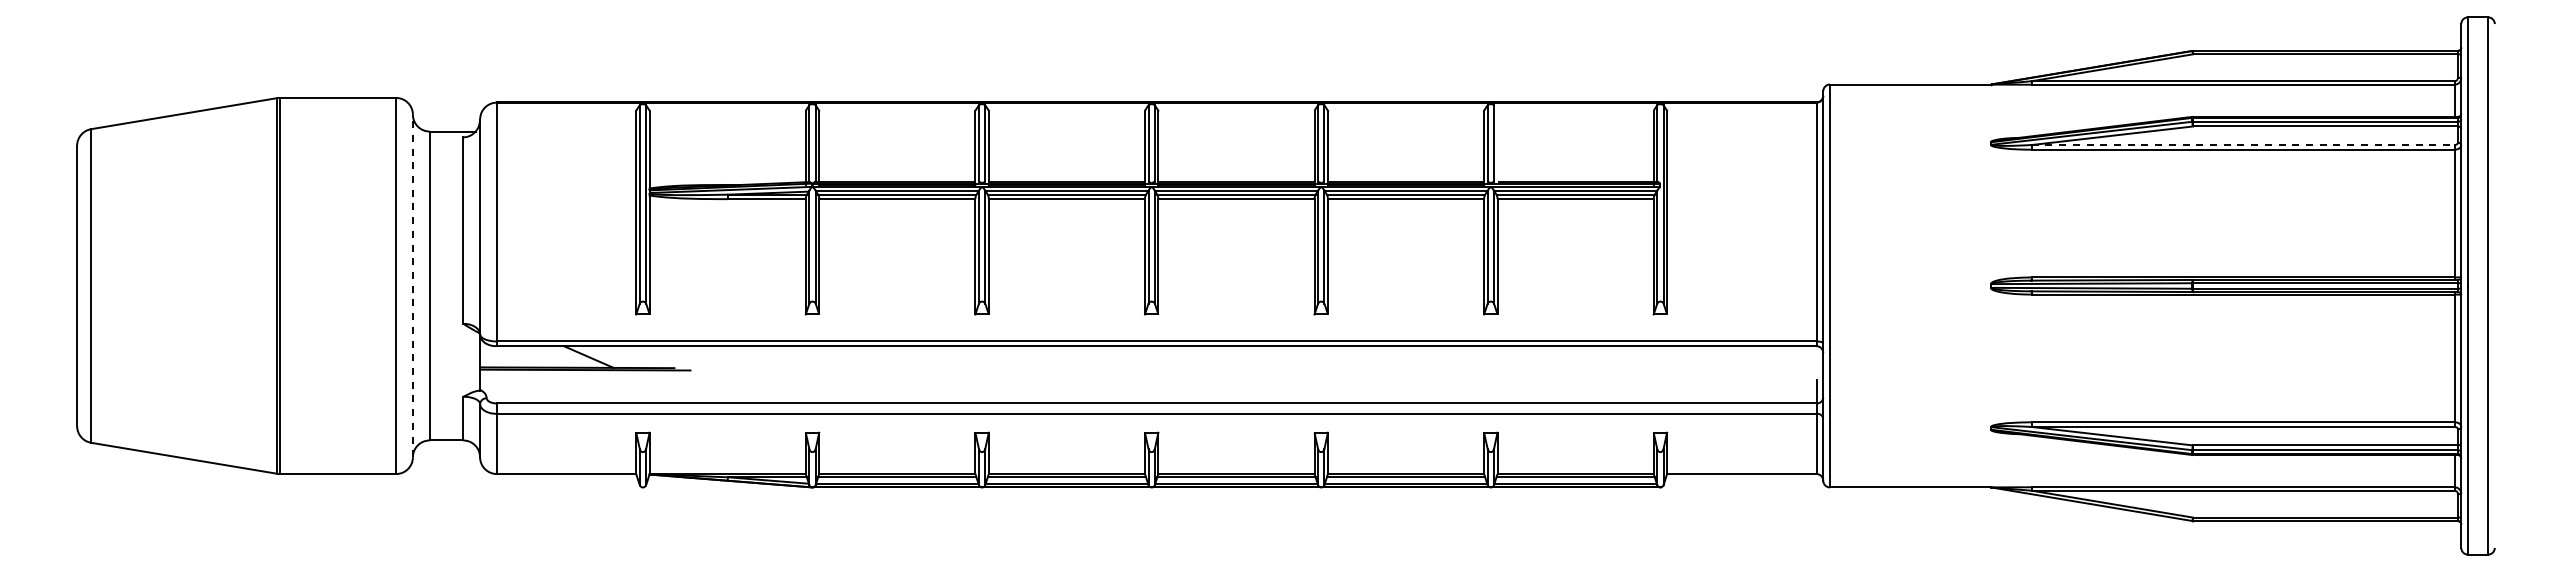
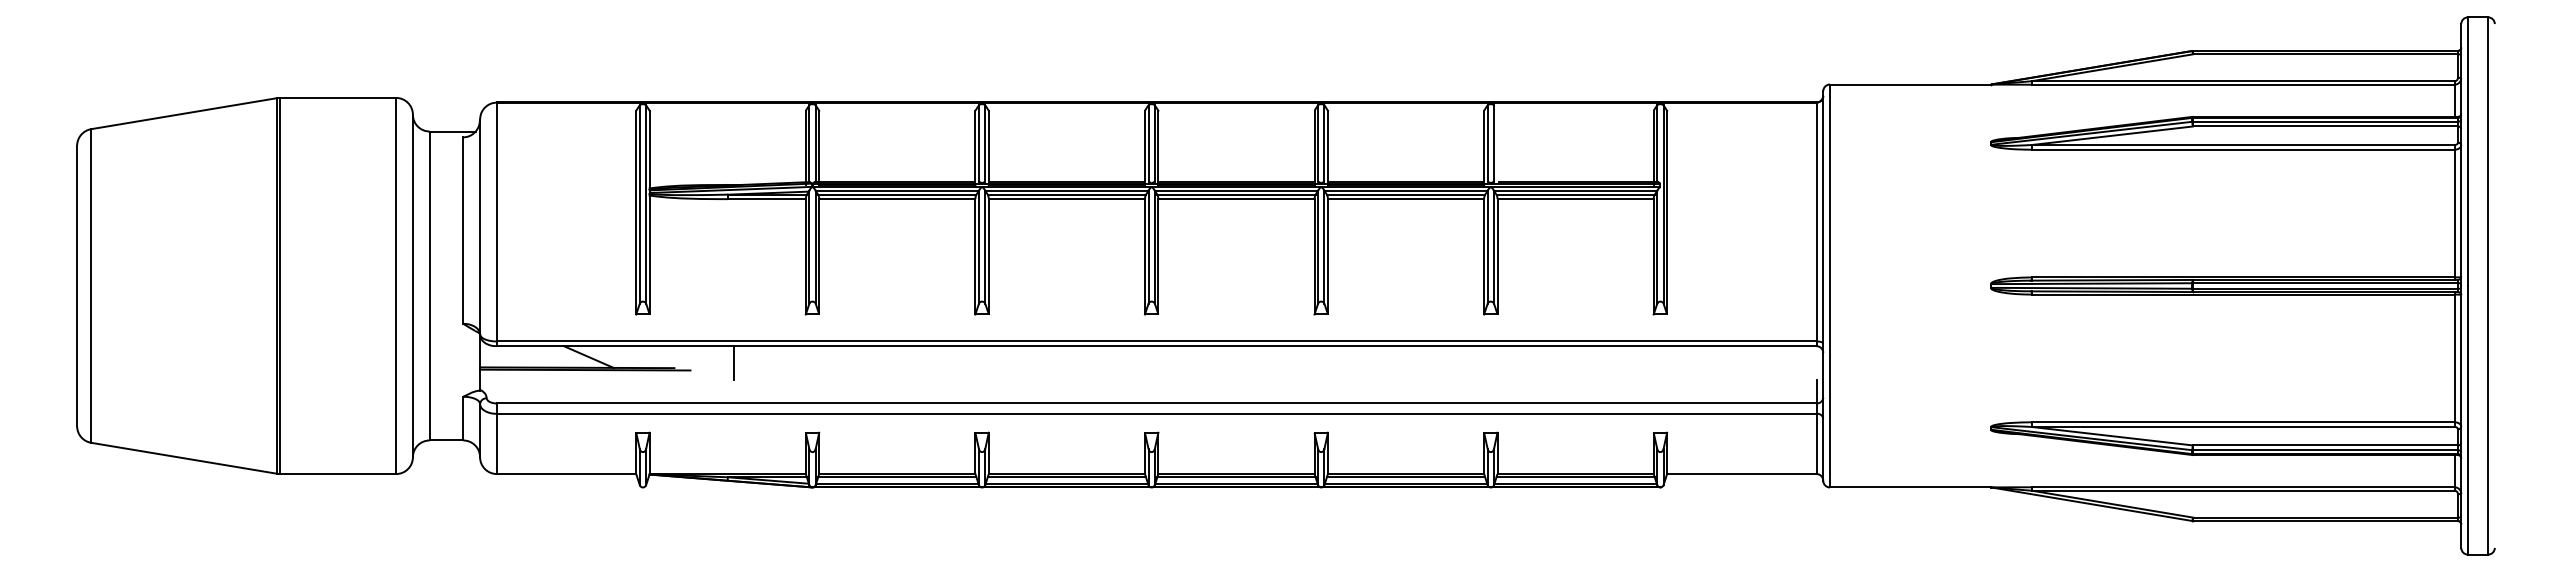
line at (2243, 145): dashed -> solid
line at (412, 285): dashed -> solid
line at (733, 363): none -> present
